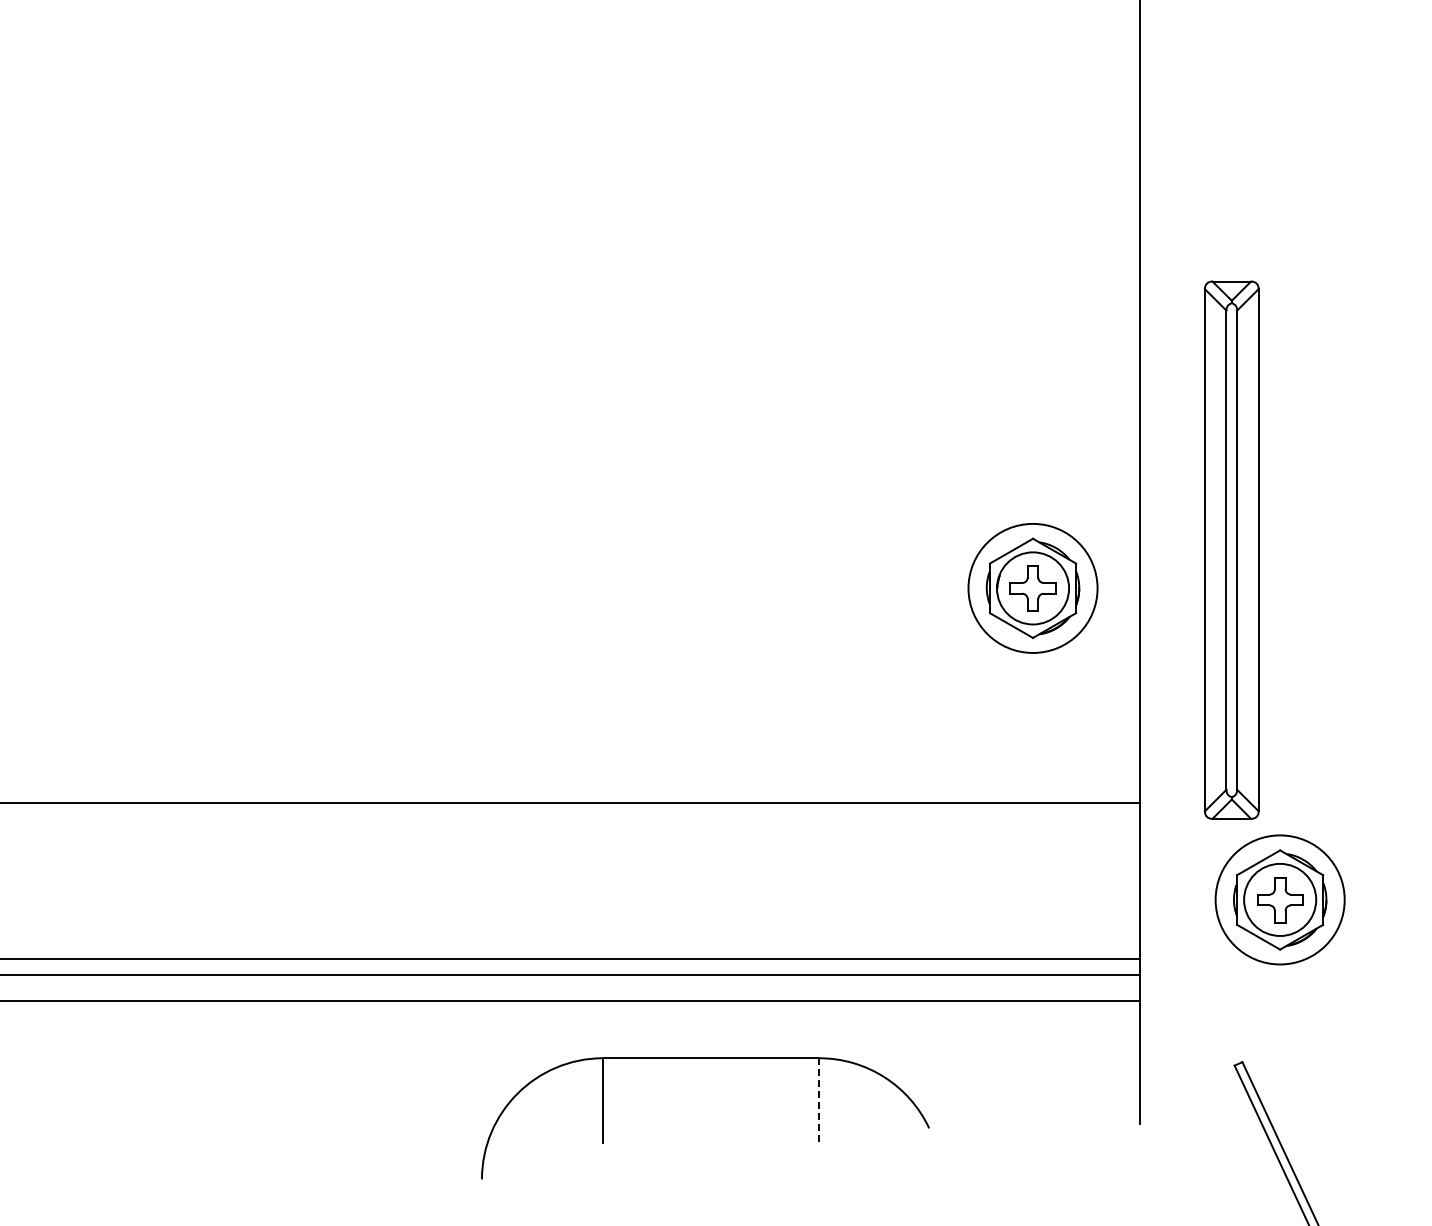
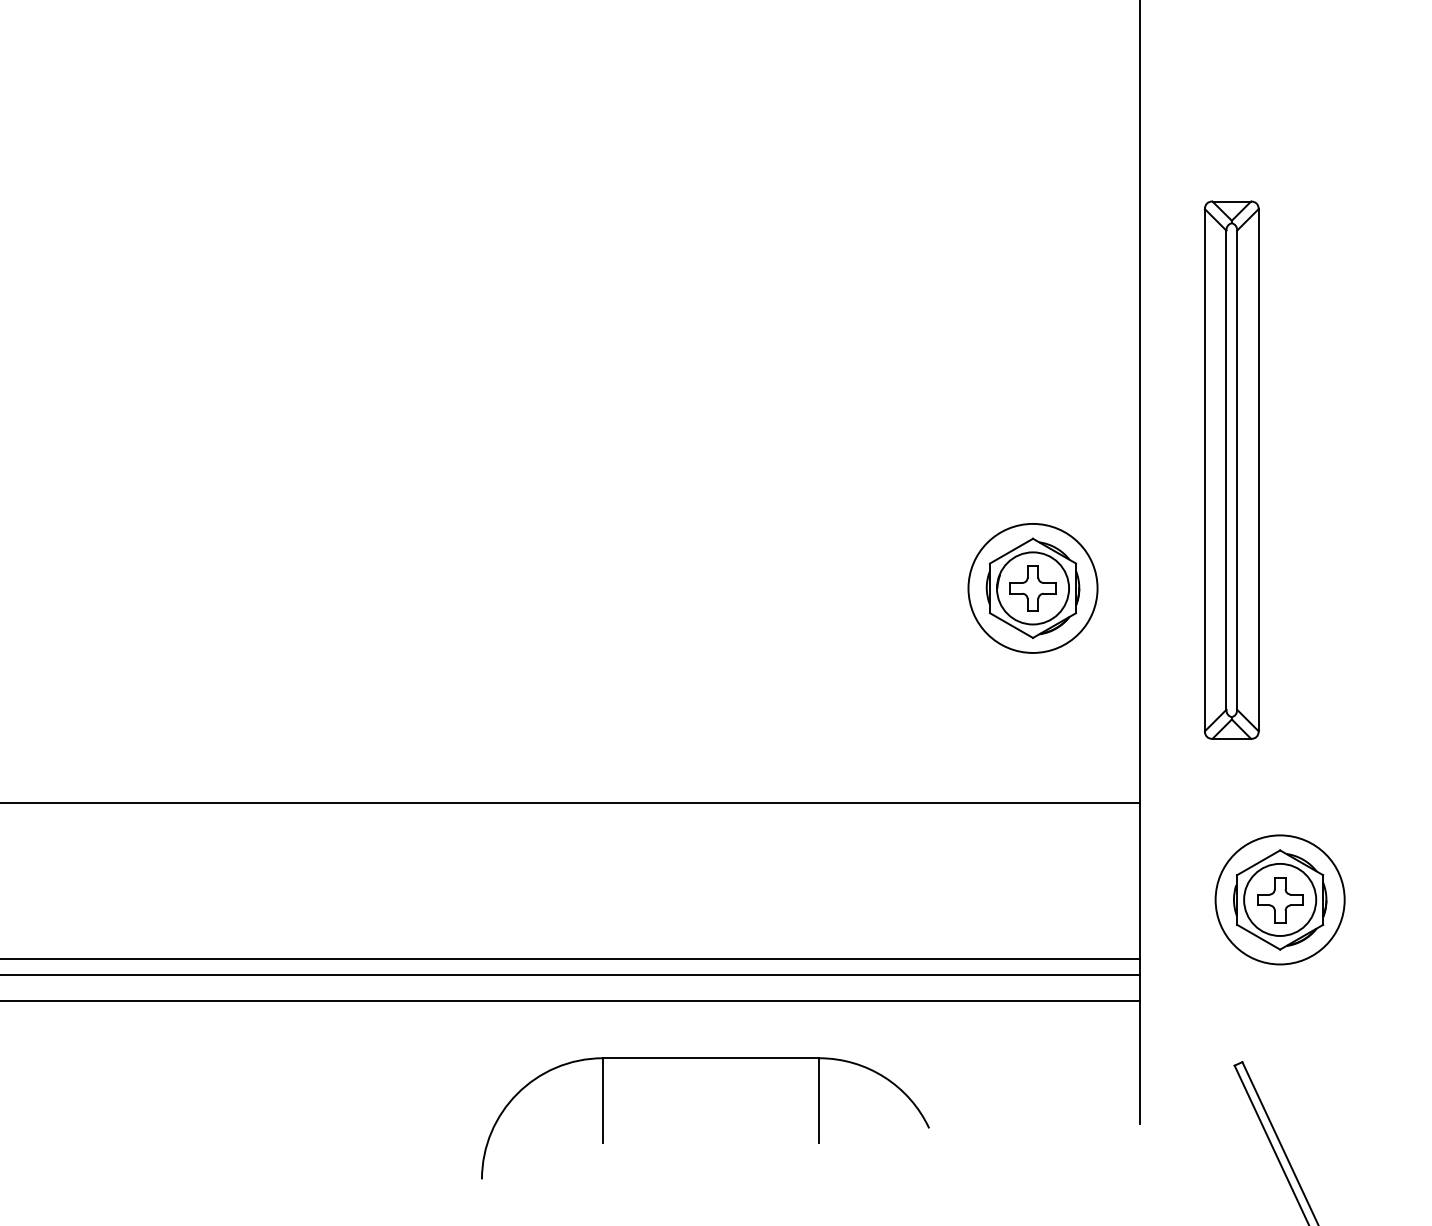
part at (1231, 549) position: (1231, 549) -> (1231, 469)
line at (819, 1100): dashed -> solid
